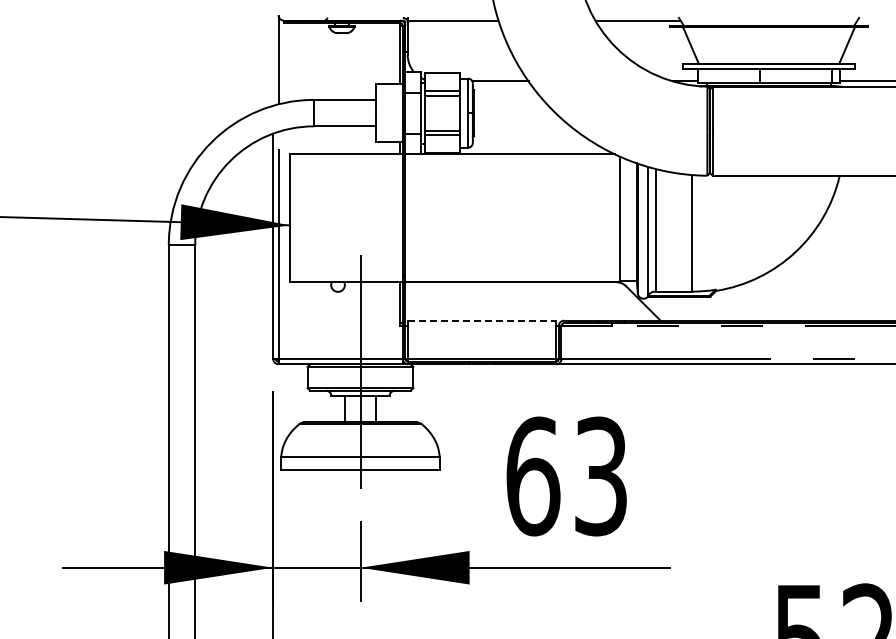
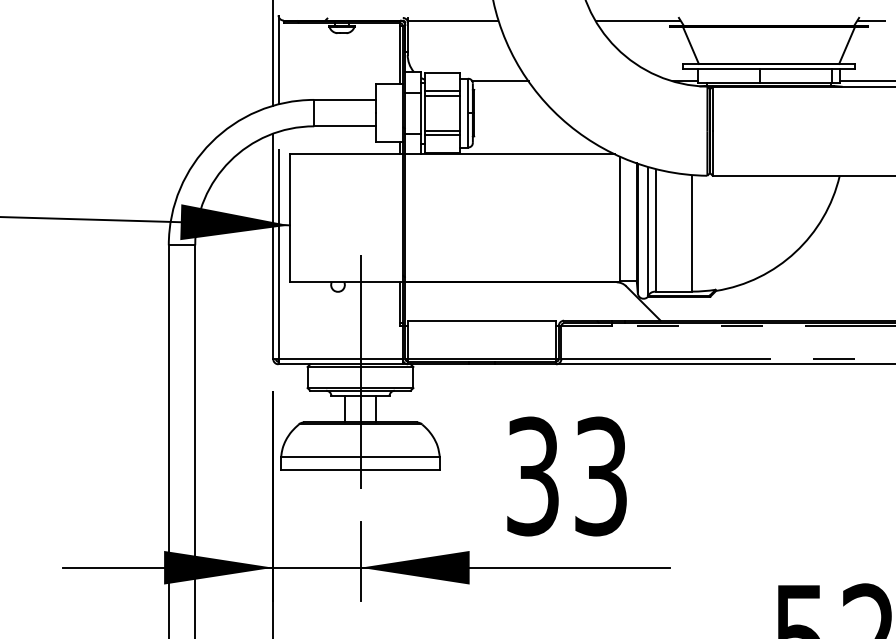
line at (871, 20): none -> present
line at (273, 53): none -> present
line at (482, 320): dashed -> solid
text at (533, 476): 63 -> 33
